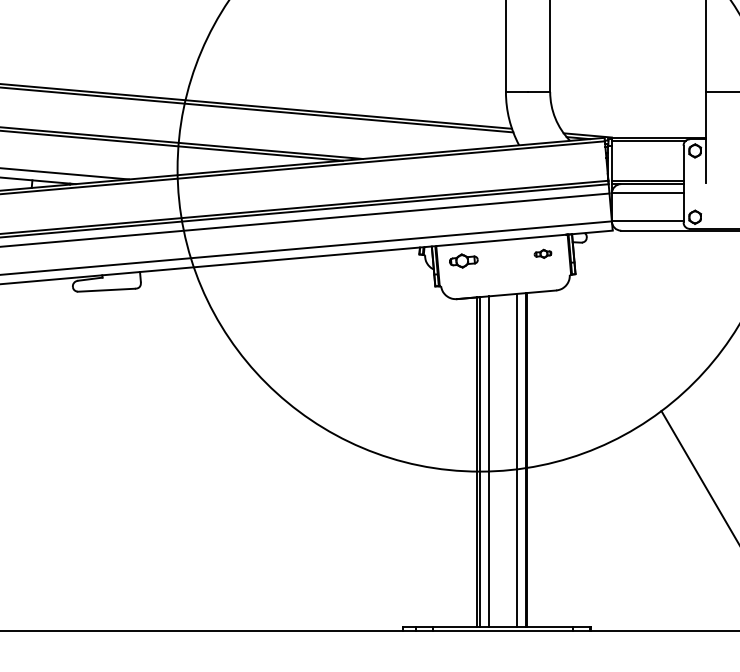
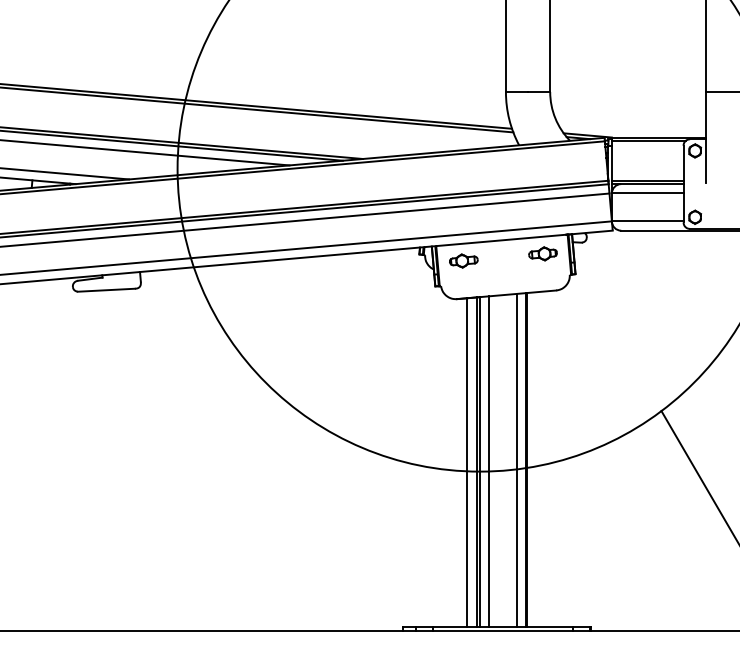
line at (145, 152): none -> present
part at (542, 253) size: 20x11 px -> 30x16 px
line at (467, 462): none -> present
